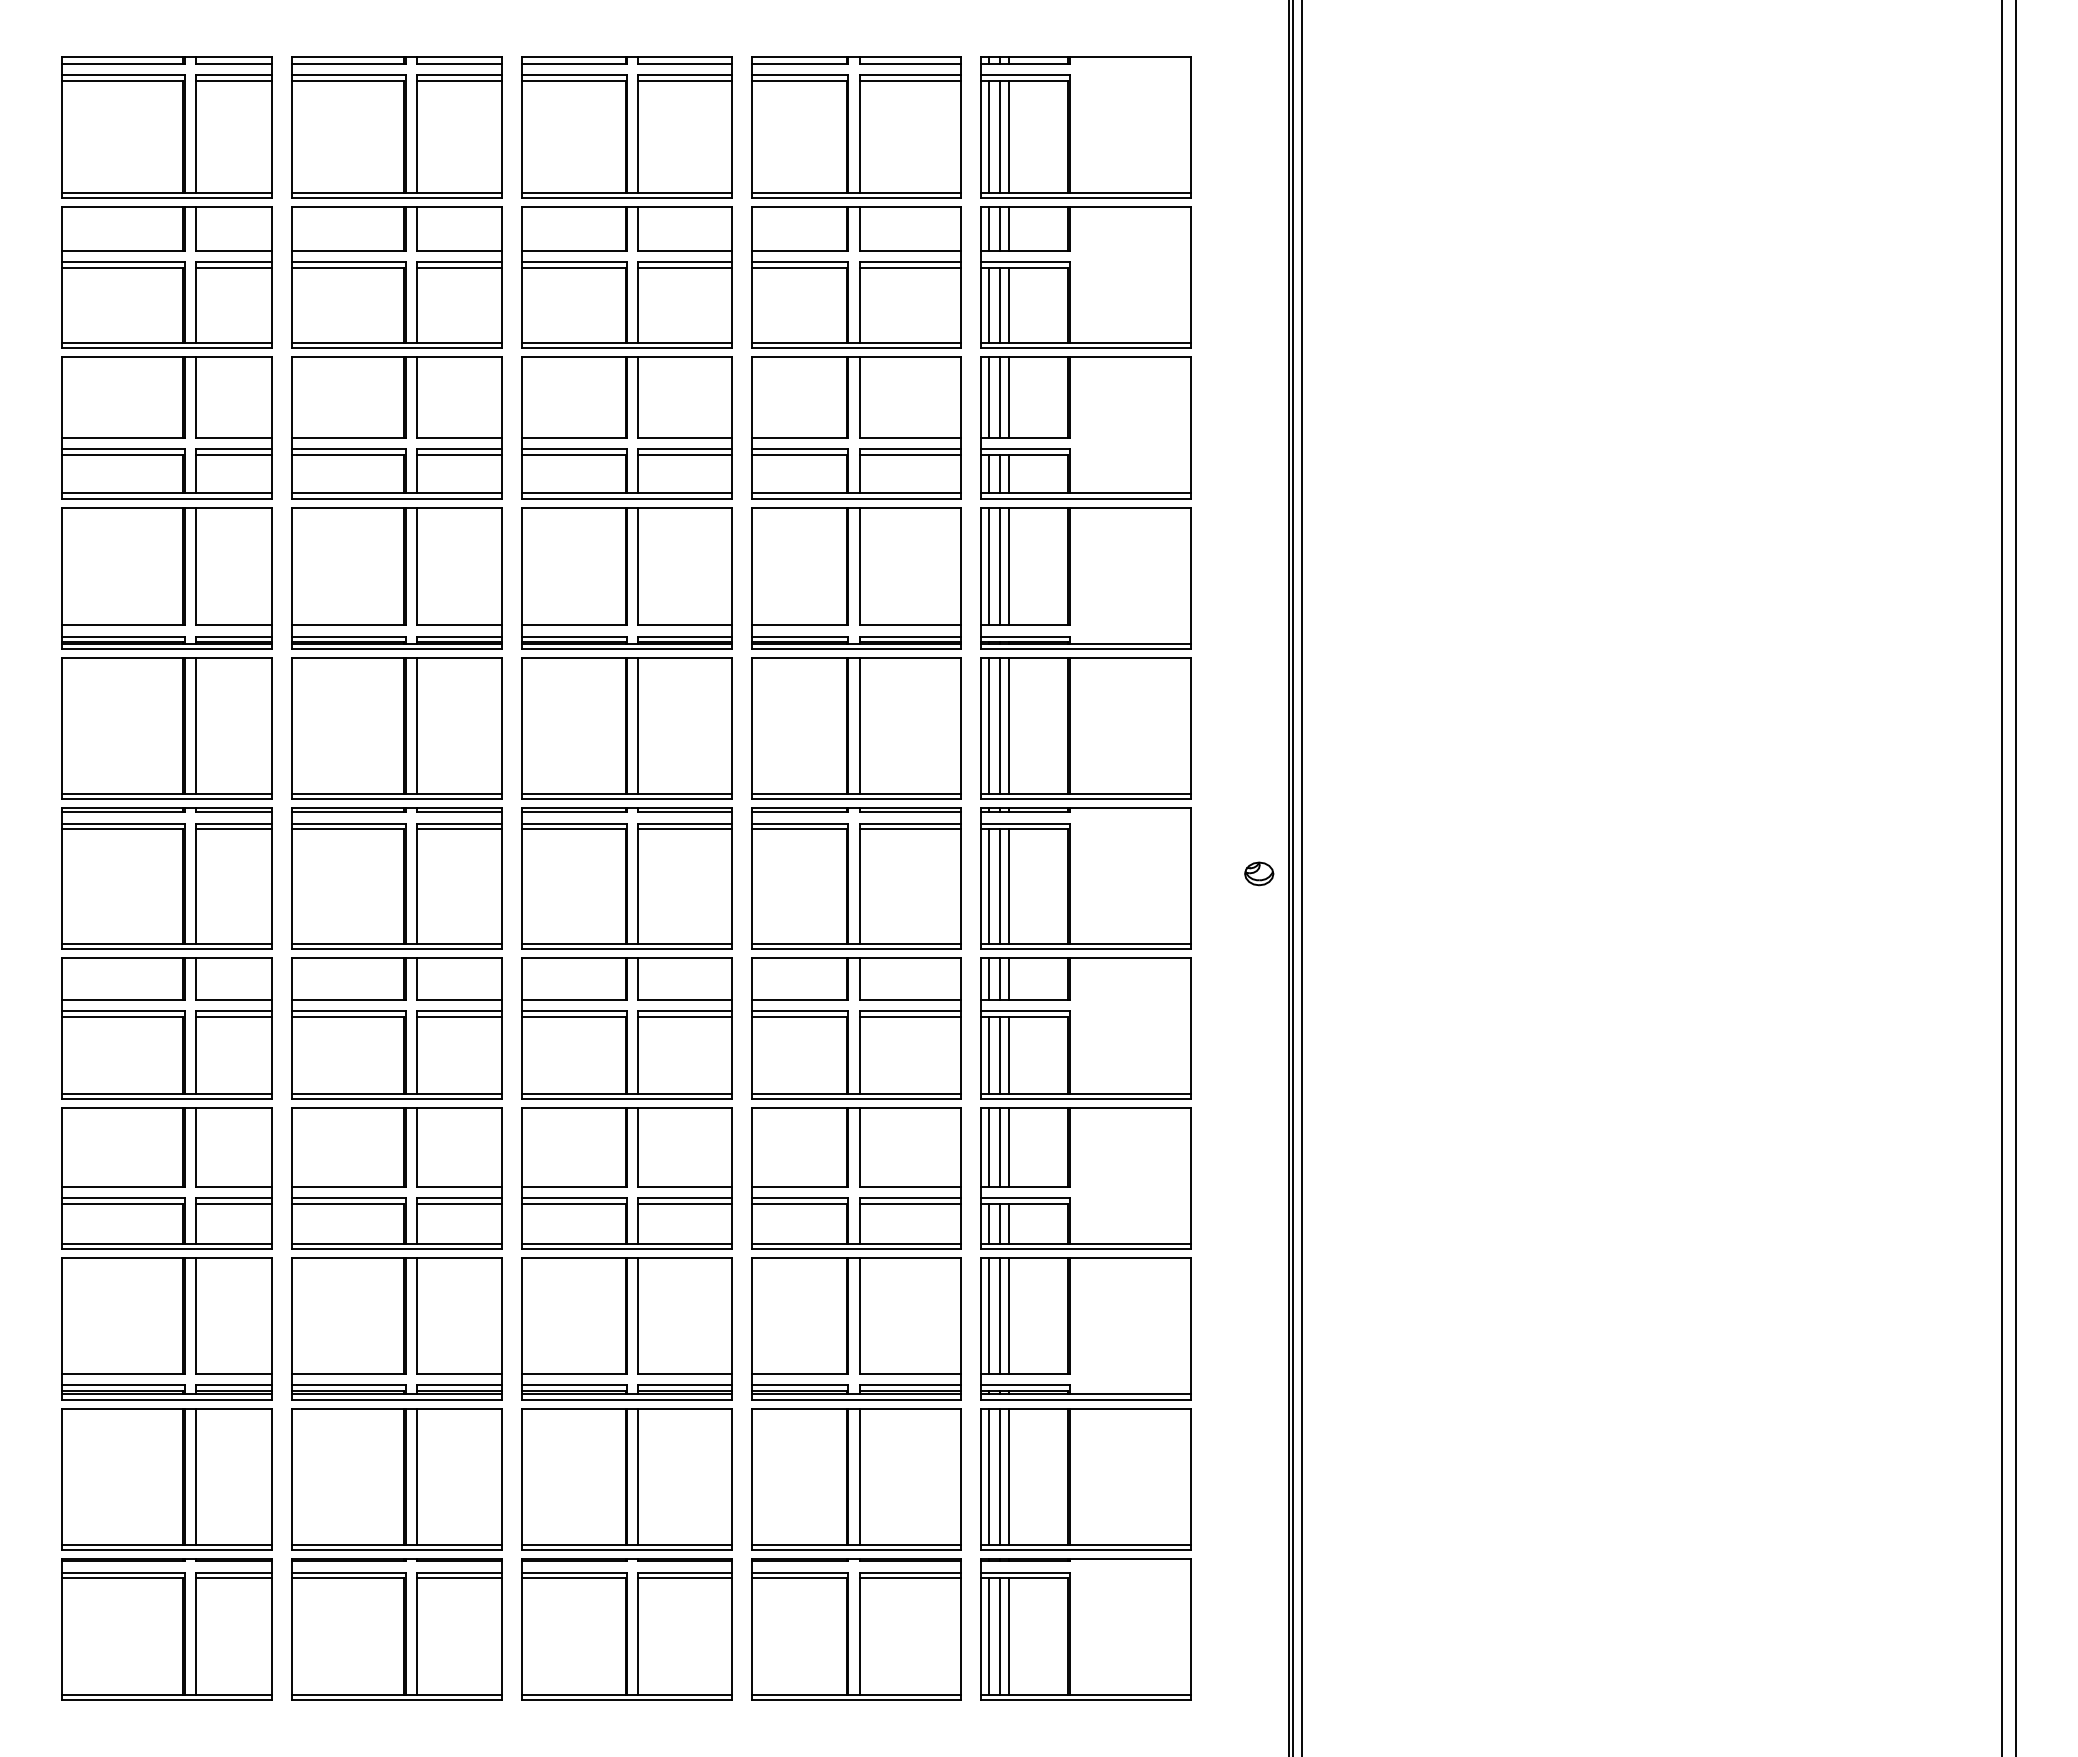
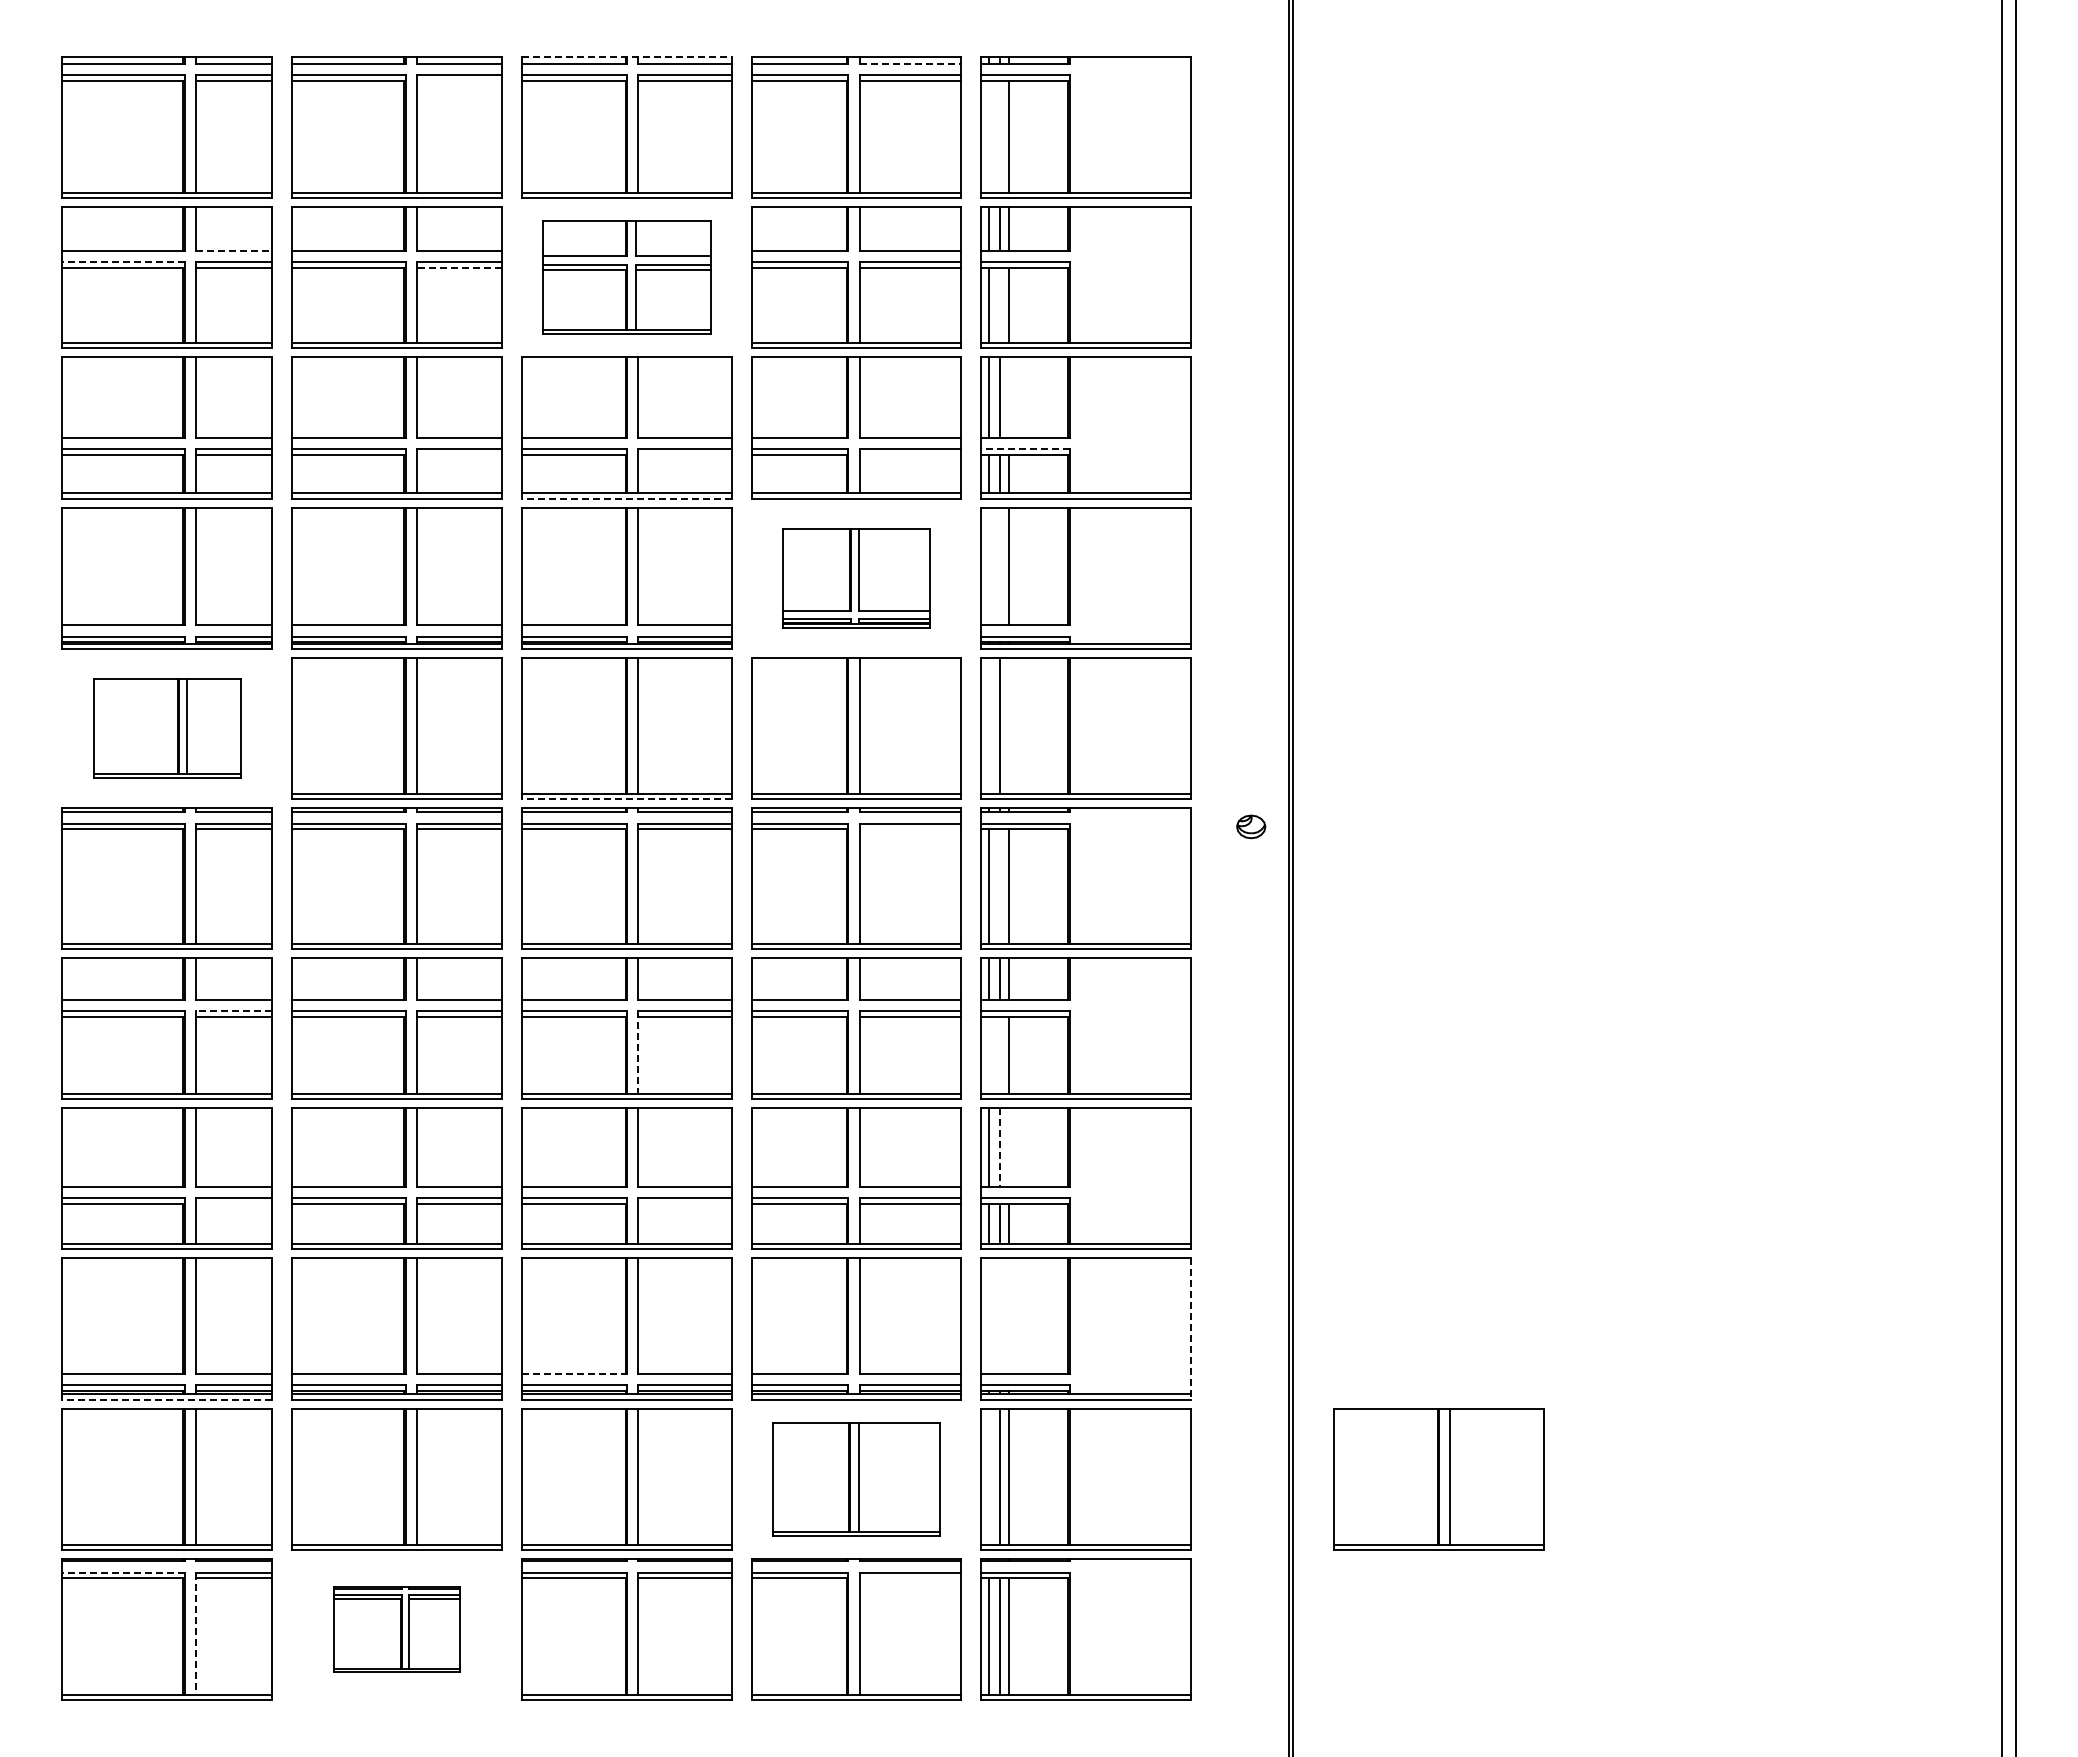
line at (626, 57): solid -> dashed
line at (910, 63): solid -> dashed
line at (459, 80): present -> none
line at (988, 136): present -> none
line at (1000, 136): present -> none
line at (234, 250): solid -> dashed
line at (122, 262): solid -> dashed
line at (459, 267): solid -> dashed
part at (626, 277) size: 212x143 px -> 170x115 px
line at (1000, 305): present -> none
line at (1009, 397): present -> none
line at (1024, 449): solid -> dashed
line at (459, 455): present -> none
line at (684, 455): present -> none
line at (910, 455): present -> none
line at (626, 498): solid -> dashed
line at (988, 566): present -> none
line at (1000, 566): present -> none
part at (856, 578) size: 211x143 px -> 149x101 px
line at (988, 725): present -> none
line at (1009, 725): present -> none
part at (166, 728) size: 212x143 px -> 149x101 px
line at (626, 798): solid -> dashed
line at (910, 829): present -> none
part at (1259, 873) position: (1259, 873) -> (1251, 826)
line at (1301, 877): present -> none
line at (1000, 886): present -> none
line at (233, 1011): solid -> dashed
line at (638, 1052): solid -> dashed
line at (988, 1055): present -> none
line at (1000, 1055): present -> none
line at (1009, 1147): present -> none
line at (1000, 1148): solid -> dashed
line at (233, 1203): present -> none
line at (684, 1203): present -> none
line at (988, 1316): present -> none
line at (1000, 1316): present -> none
line at (1009, 1316): present -> none
line at (1191, 1328): solid -> dashed
line at (574, 1374): solid -> dashed
line at (167, 1399): solid -> dashed
line at (988, 1476): present -> none
part at (856, 1479) size: 211x143 px -> 169x115 px
part at (1438, 1479): none -> present
line at (122, 1572): solid -> dashed
line at (910, 1578): present -> none
part at (396, 1629) size: 212x143 px -> 128x87 px
line at (195, 1634): solid -> dashed
